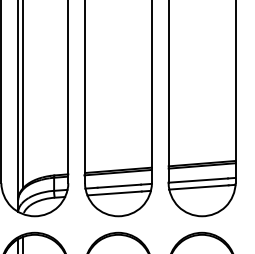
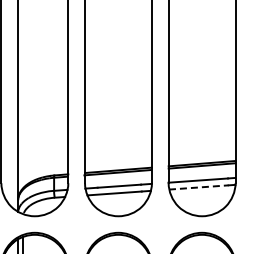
line at (23, 95): present -> none
line at (198, 187): solid -> dashed
